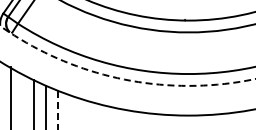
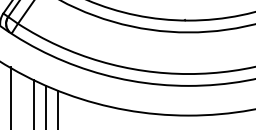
arc at (122, 79): dashed -> solid
line at (58, 110): dashed -> solid
